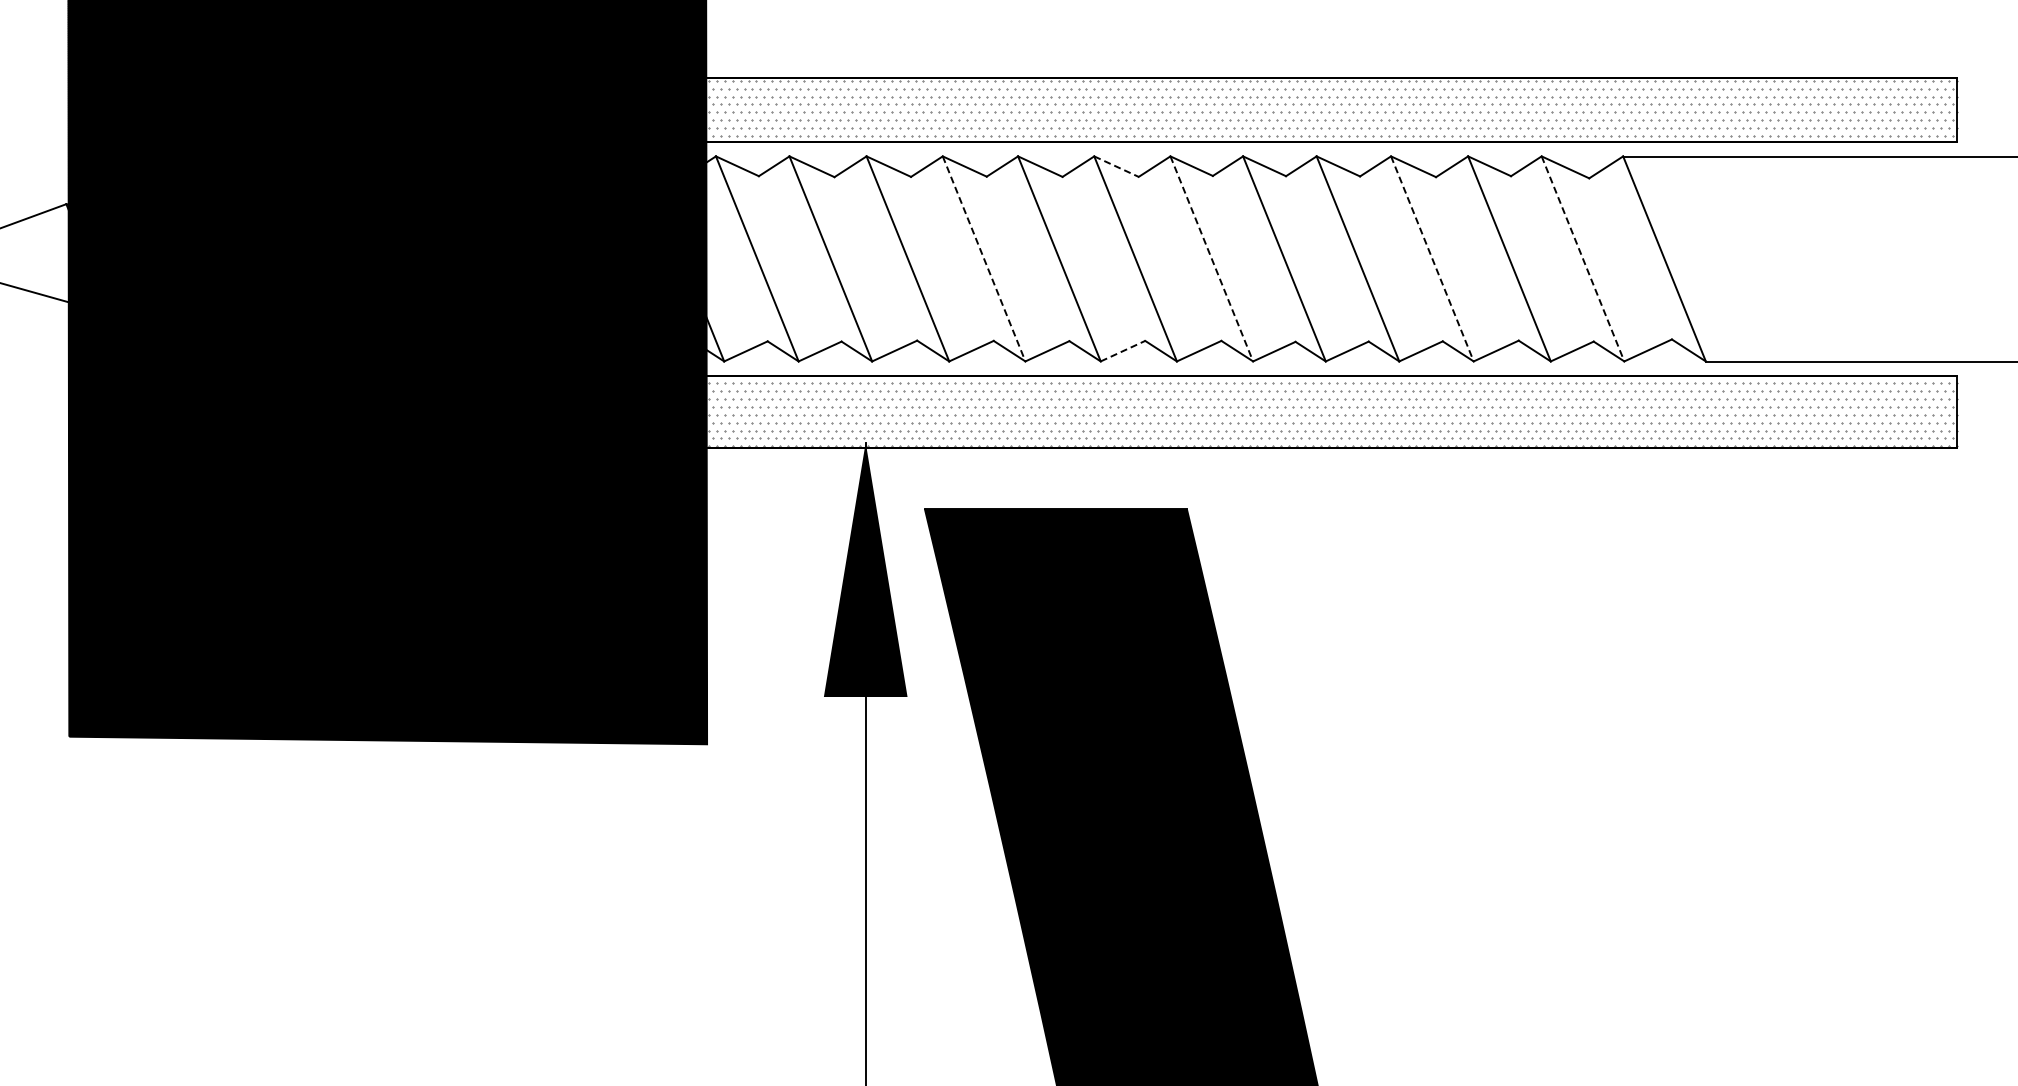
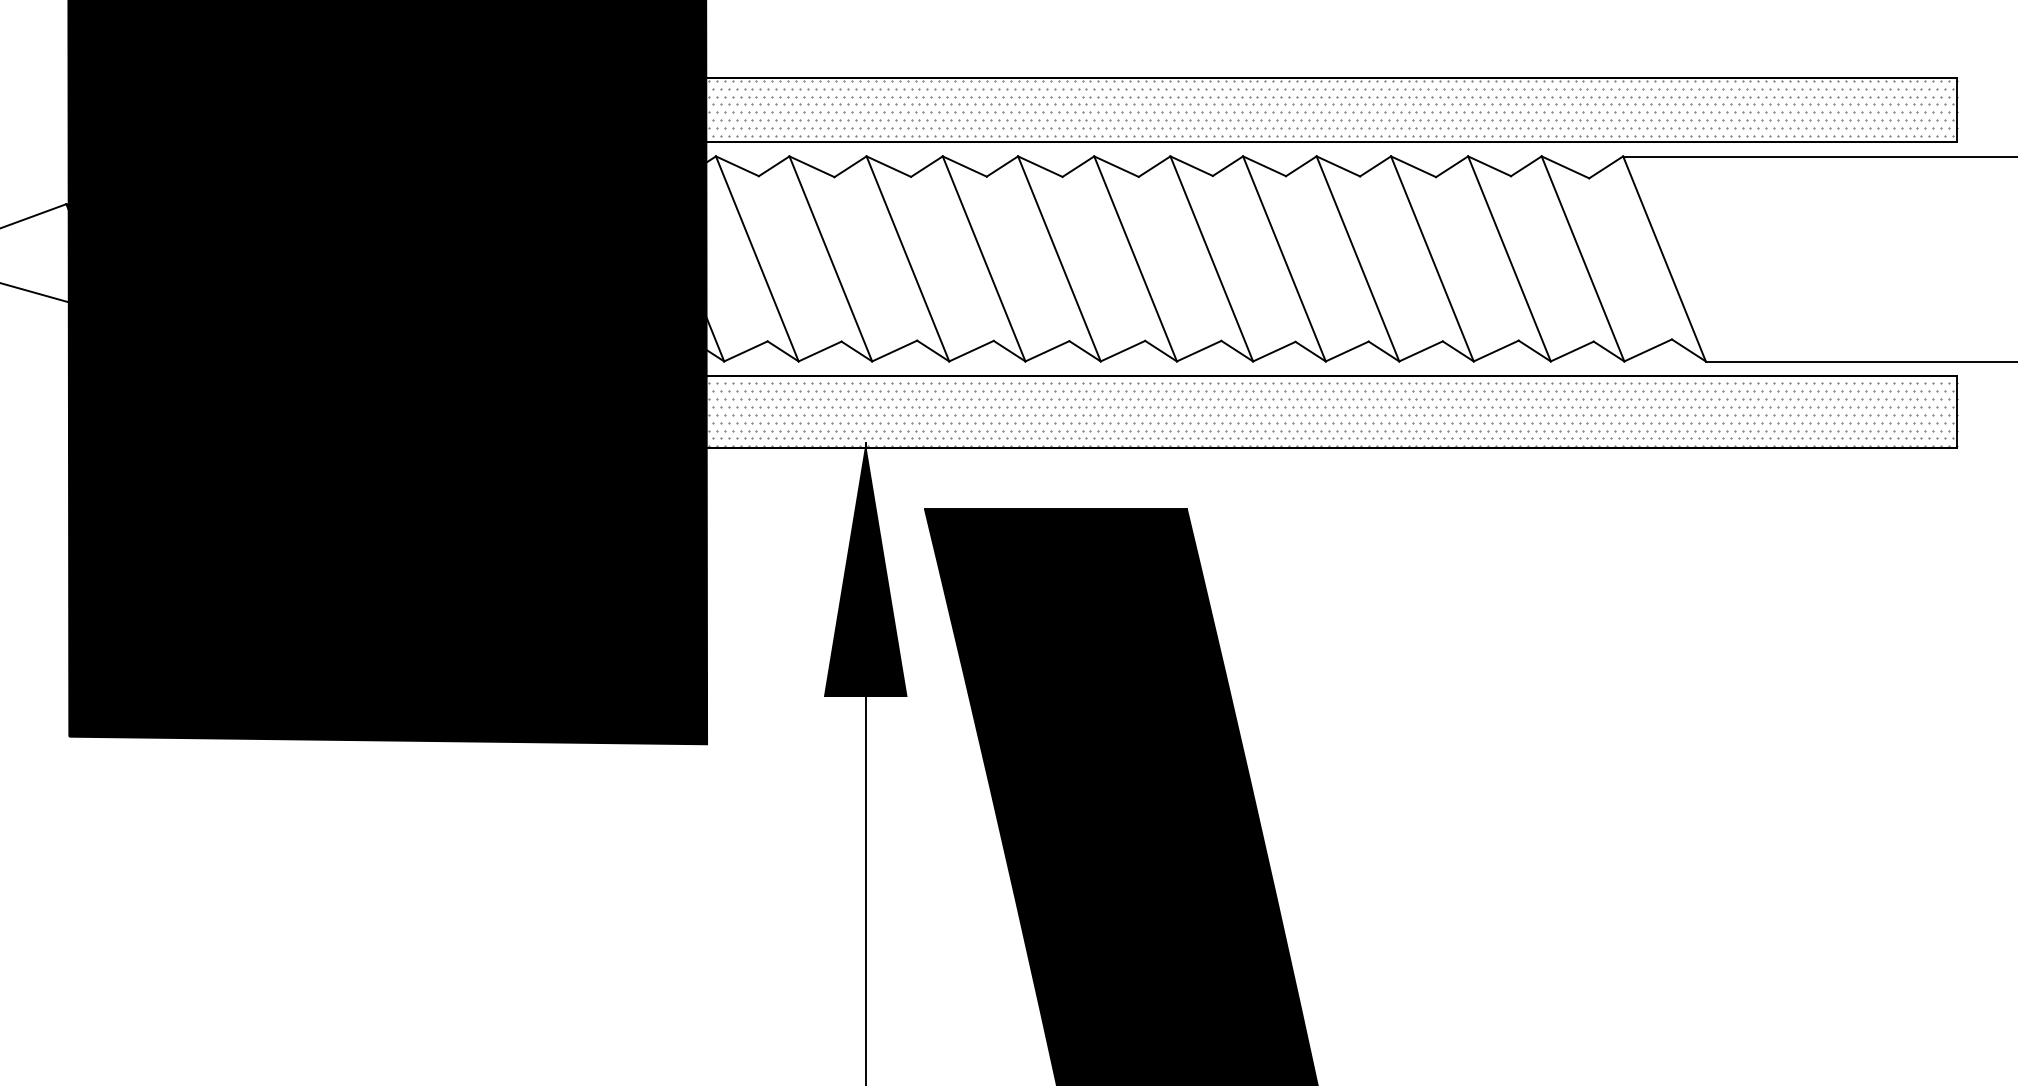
line at (1116, 166): dashed -> solid
line at (984, 258): dashed -> solid
line at (1211, 258): dashed -> solid
line at (1432, 258): dashed -> solid
line at (1583, 258): dashed -> solid
line at (1123, 350): dashed -> solid
